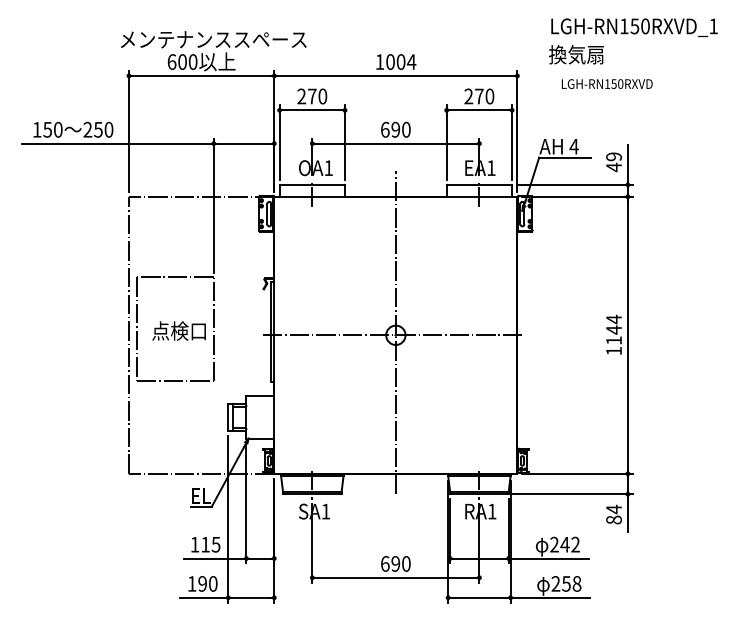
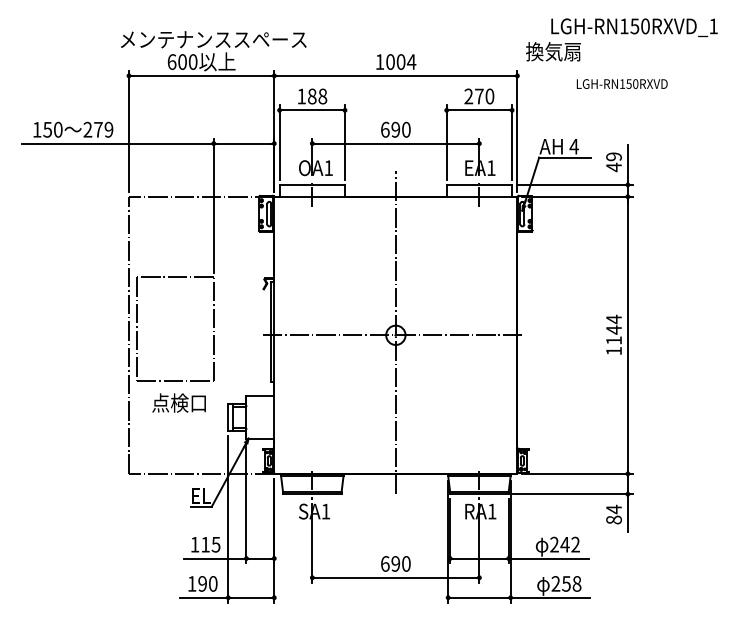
text at (576, 54) position: (576, 54) -> (553, 51)
text at (606, 83) position: (606, 83) -> (621, 83)
text at (312, 96): 270 -> 188
text at (103, 129): 250 -> 279
text at (178, 330) position: (178, 330) -> (178, 402)
